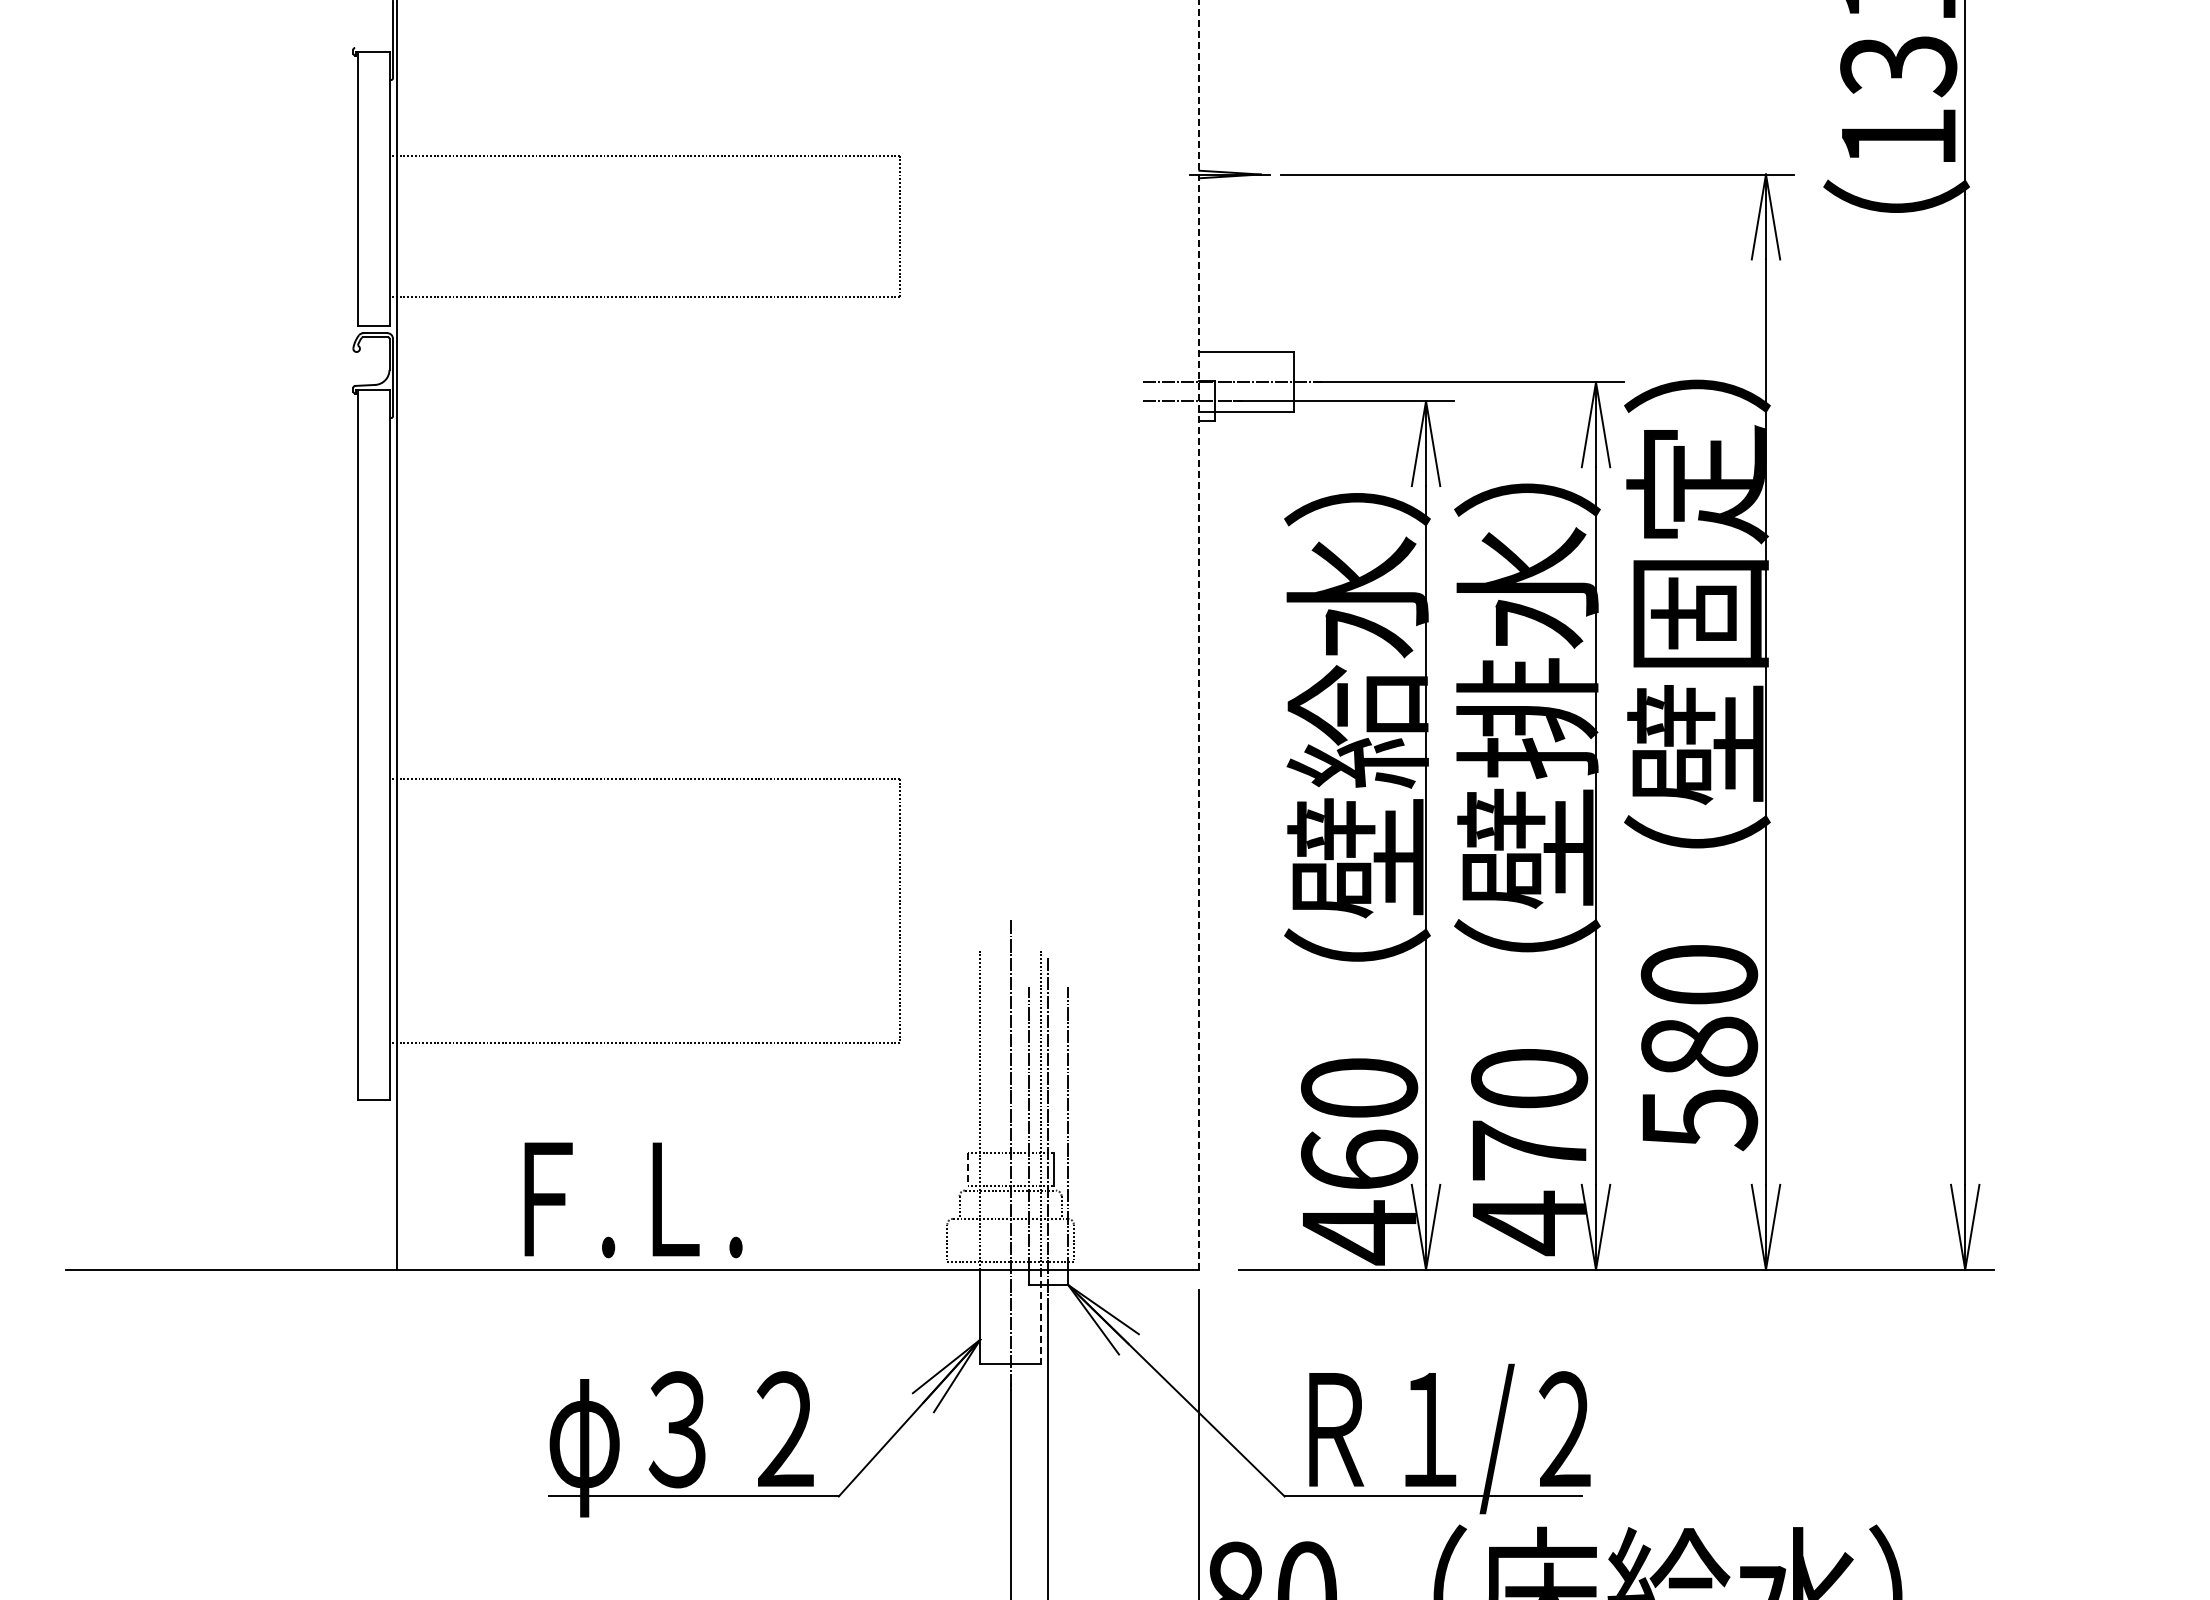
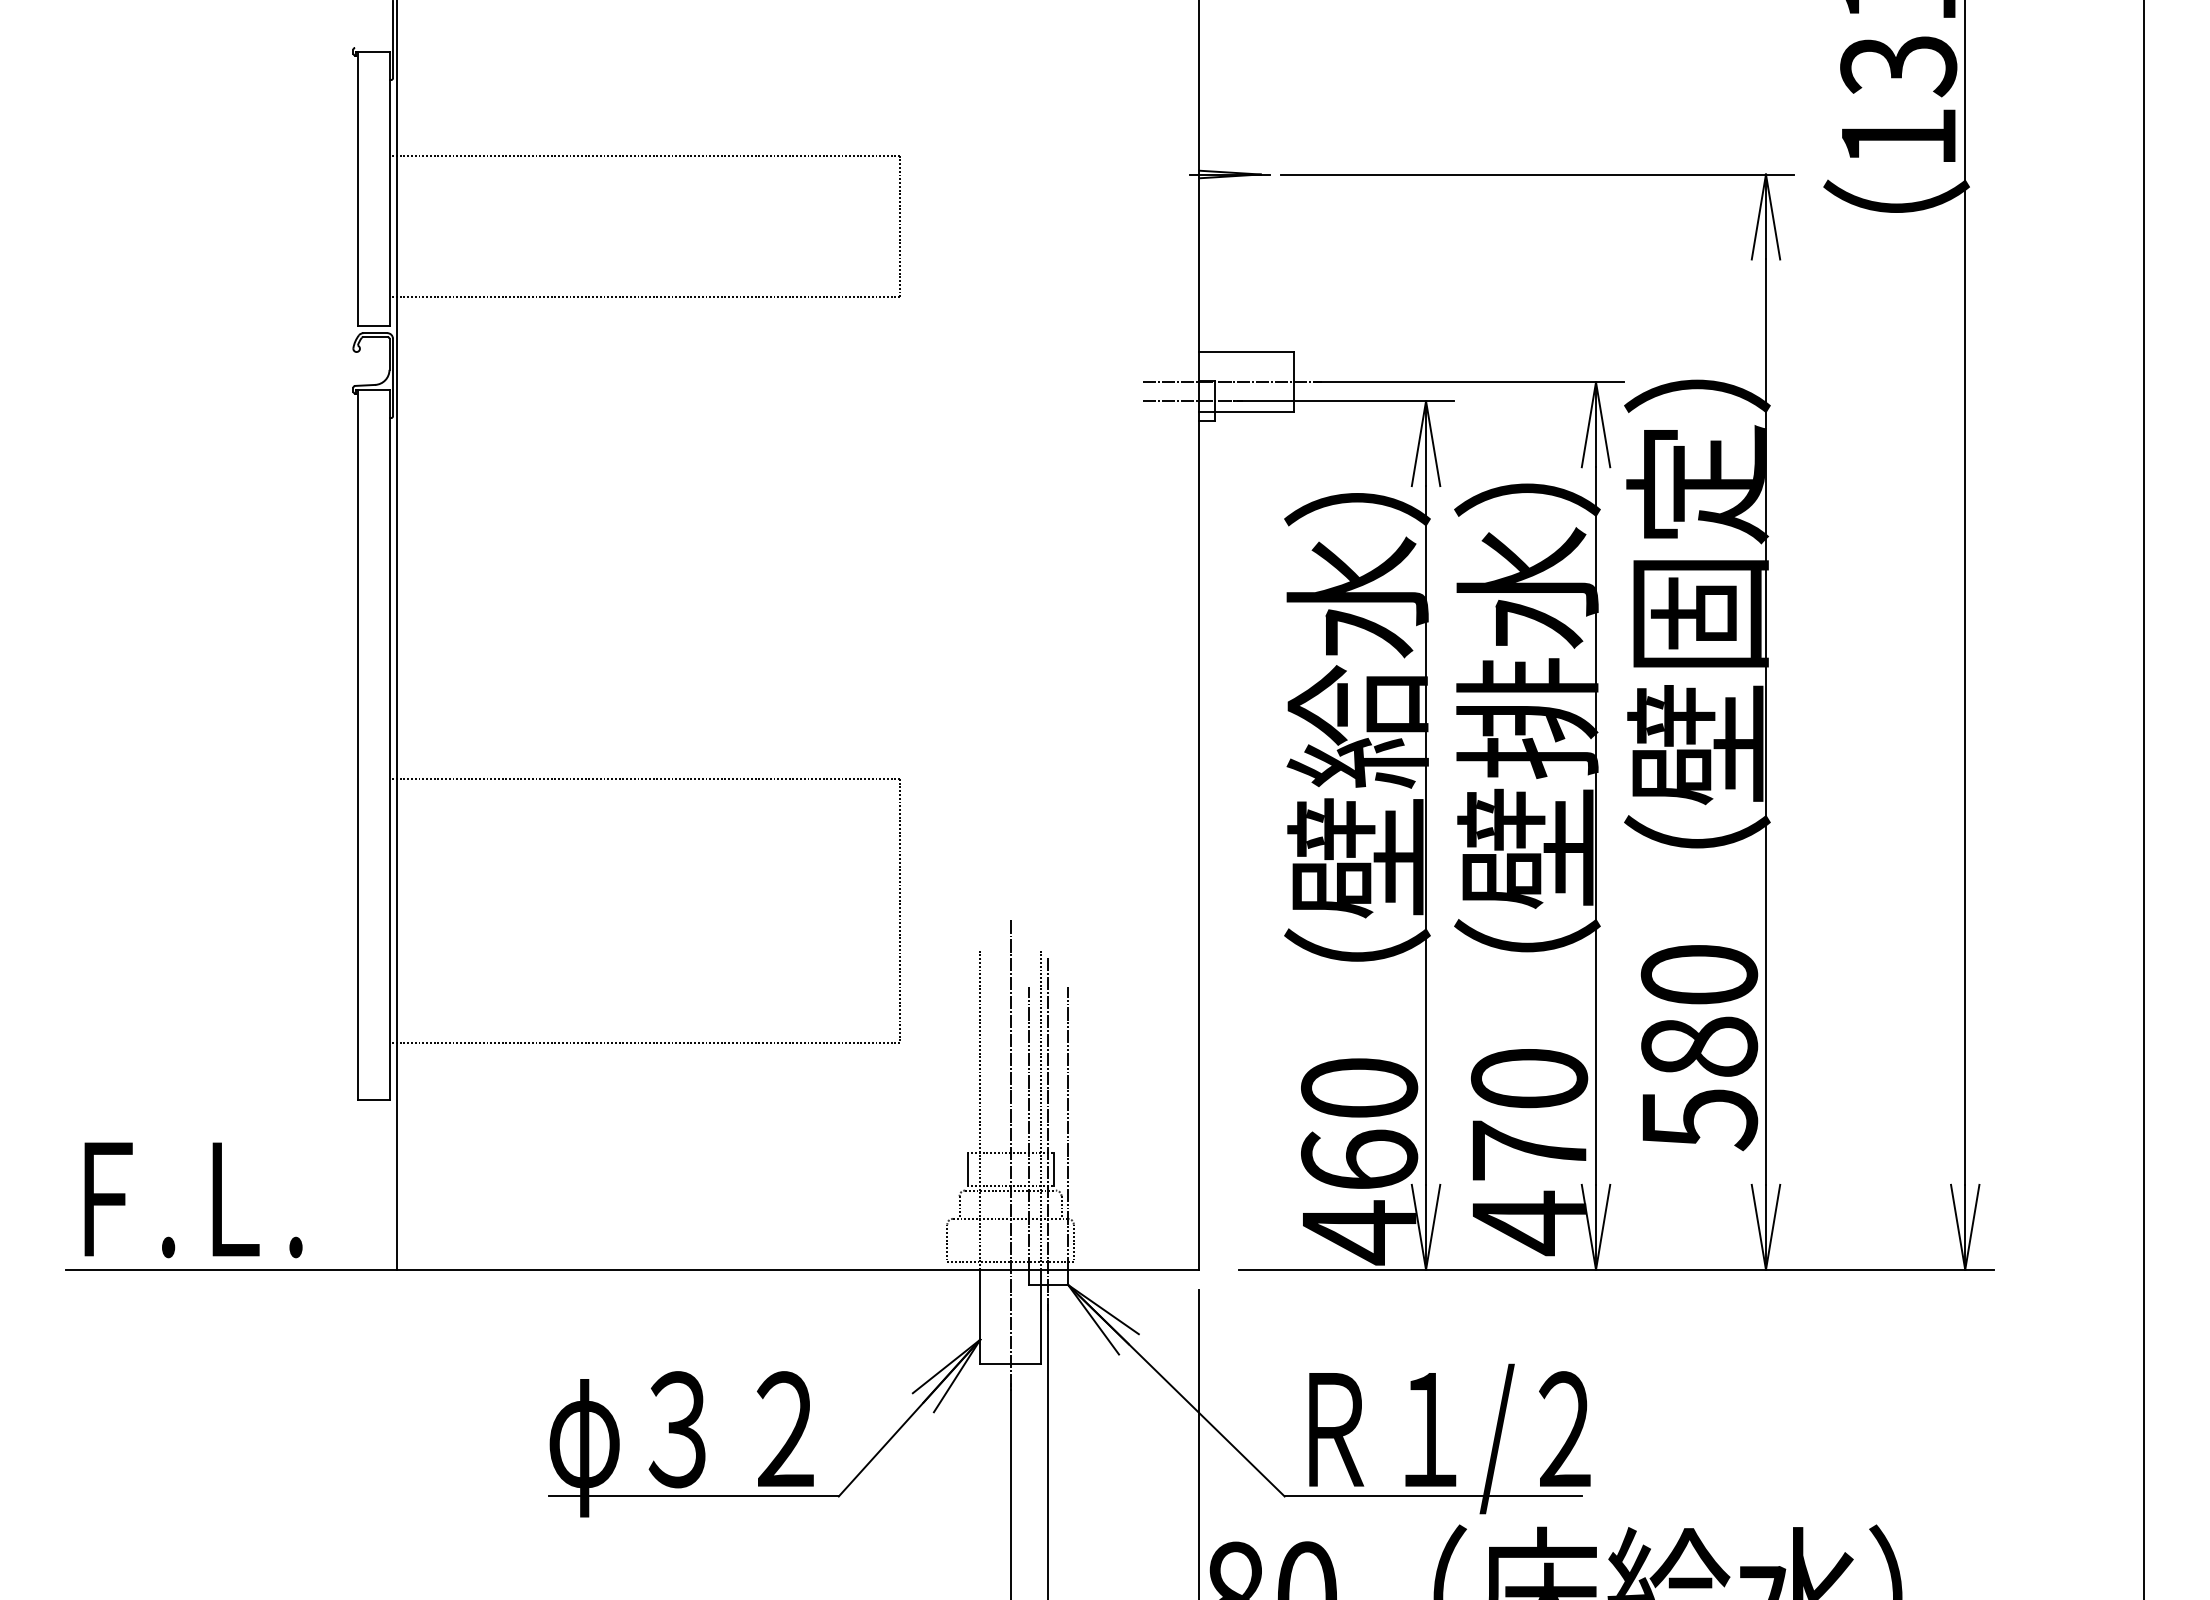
line at (1199, 635): dashed -> solid
line at (2143, 799): none -> present
line at (967, 1169): dashed -> solid
text at (633, 1200) position: (633, 1200) -> (193, 1200)
line at (1040, 1317): dashed -> solid
